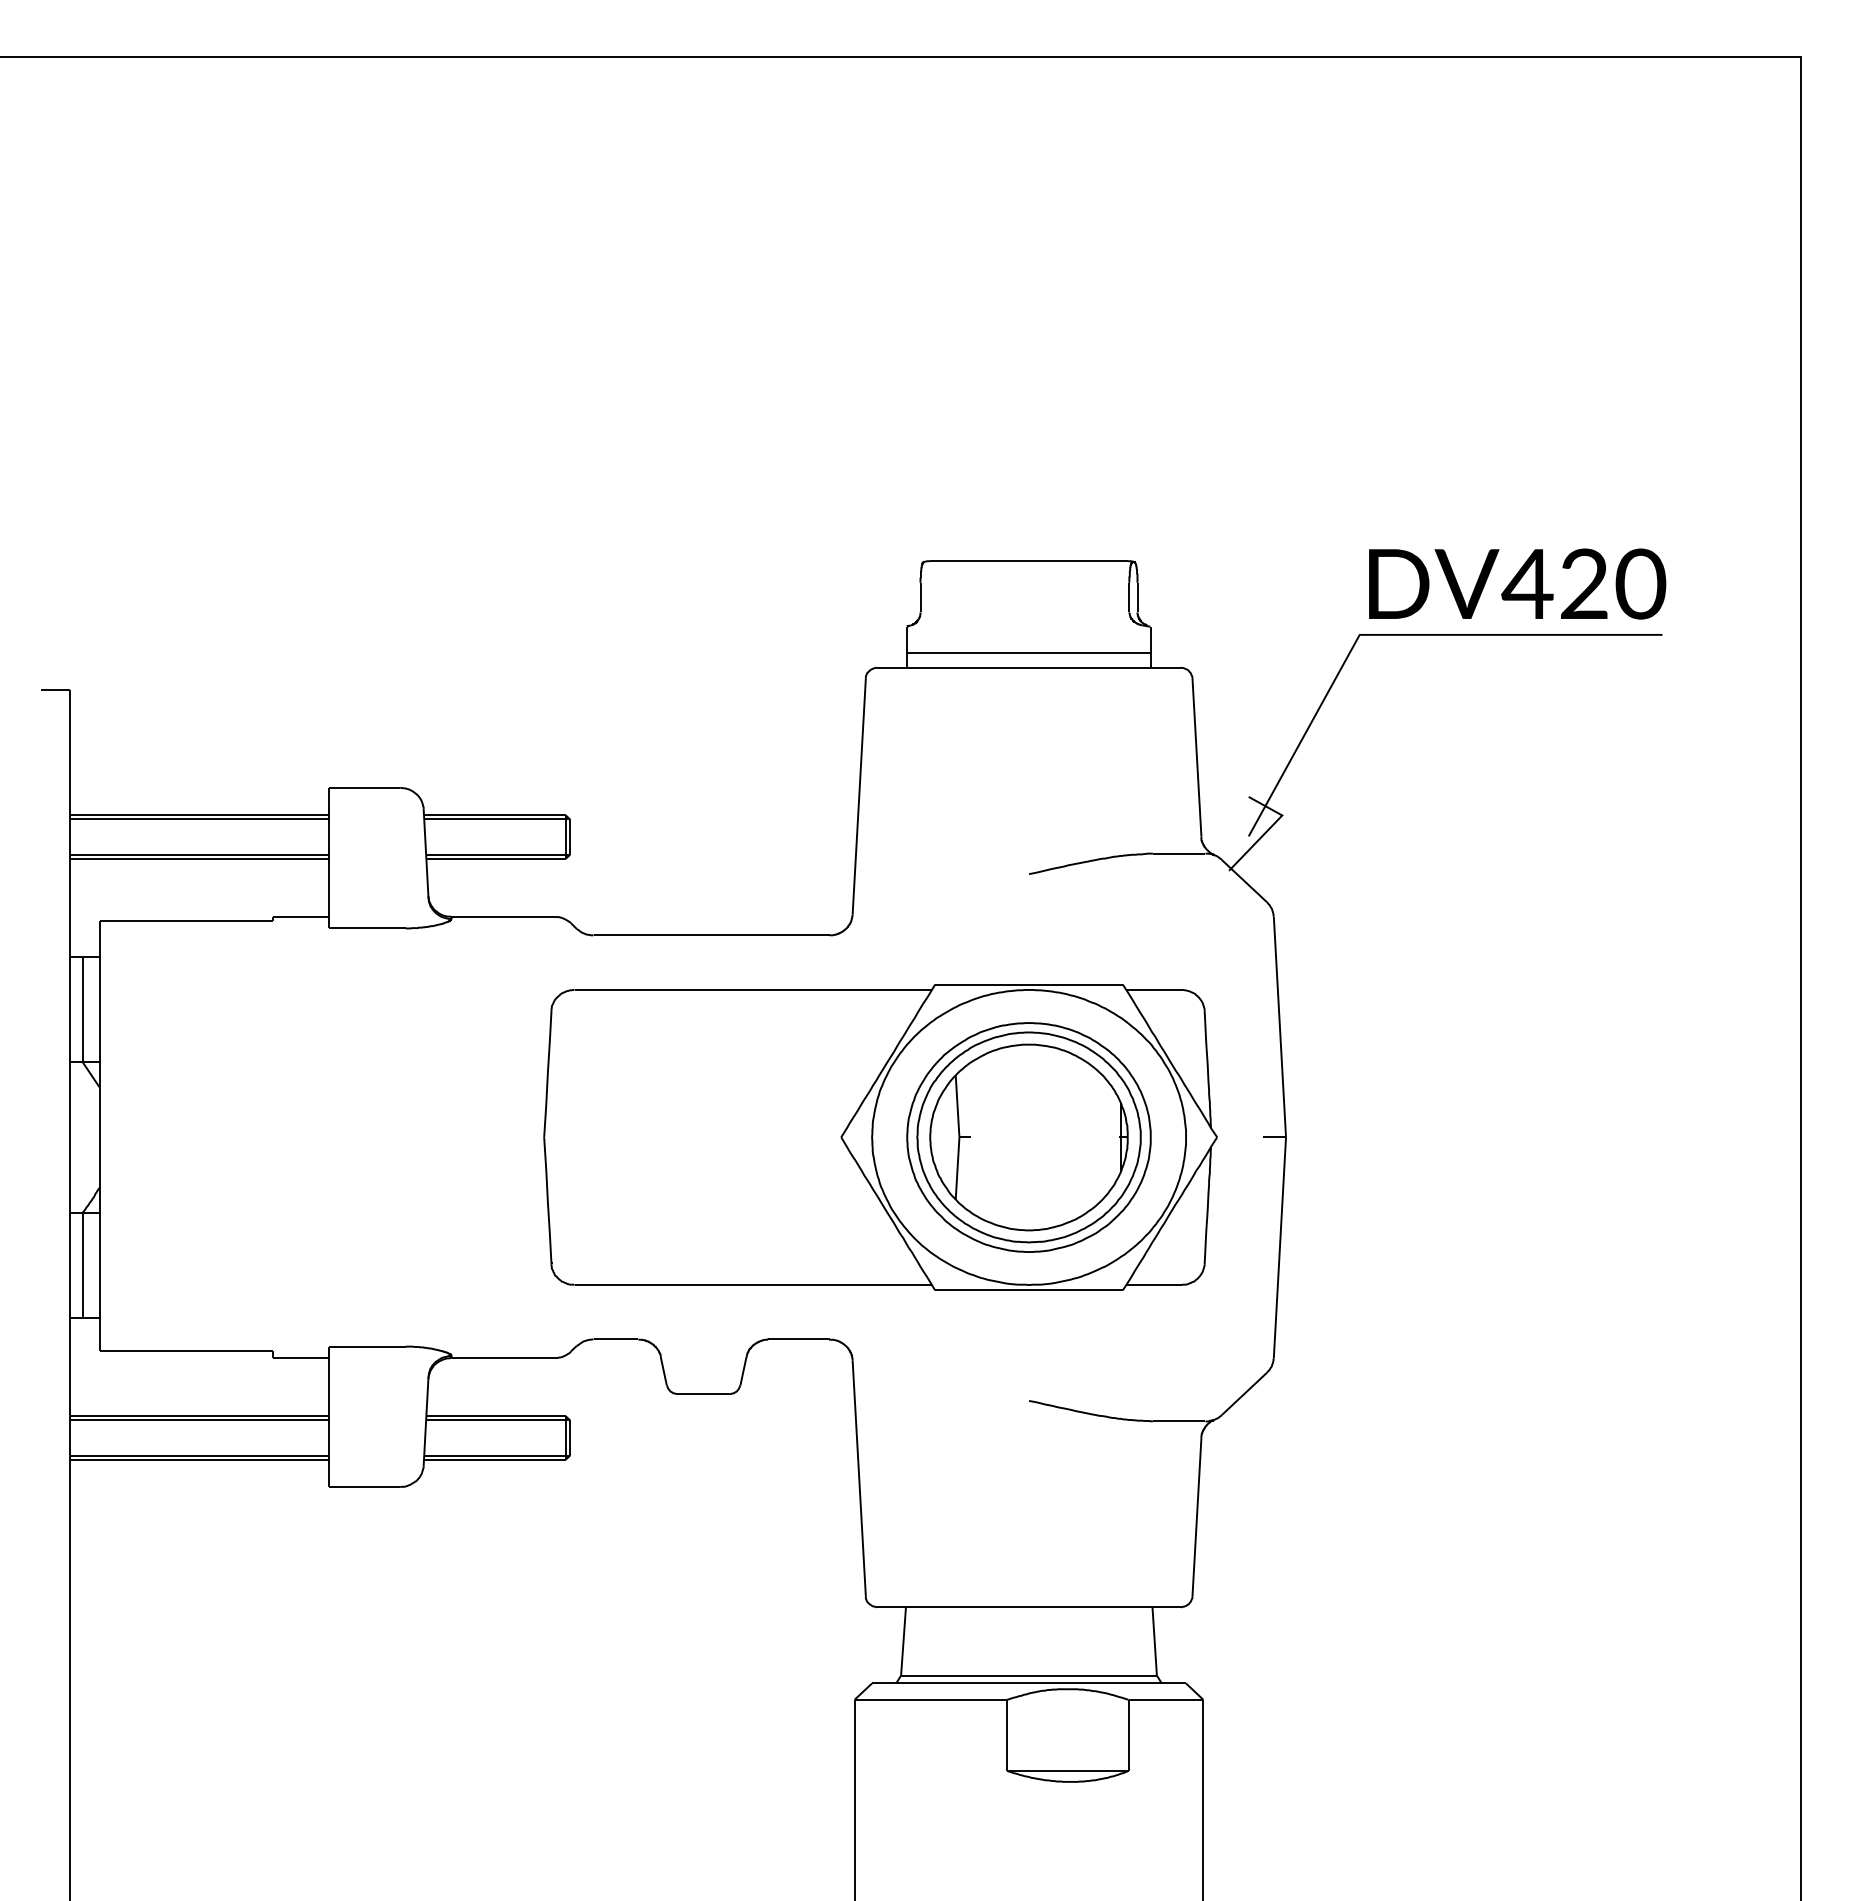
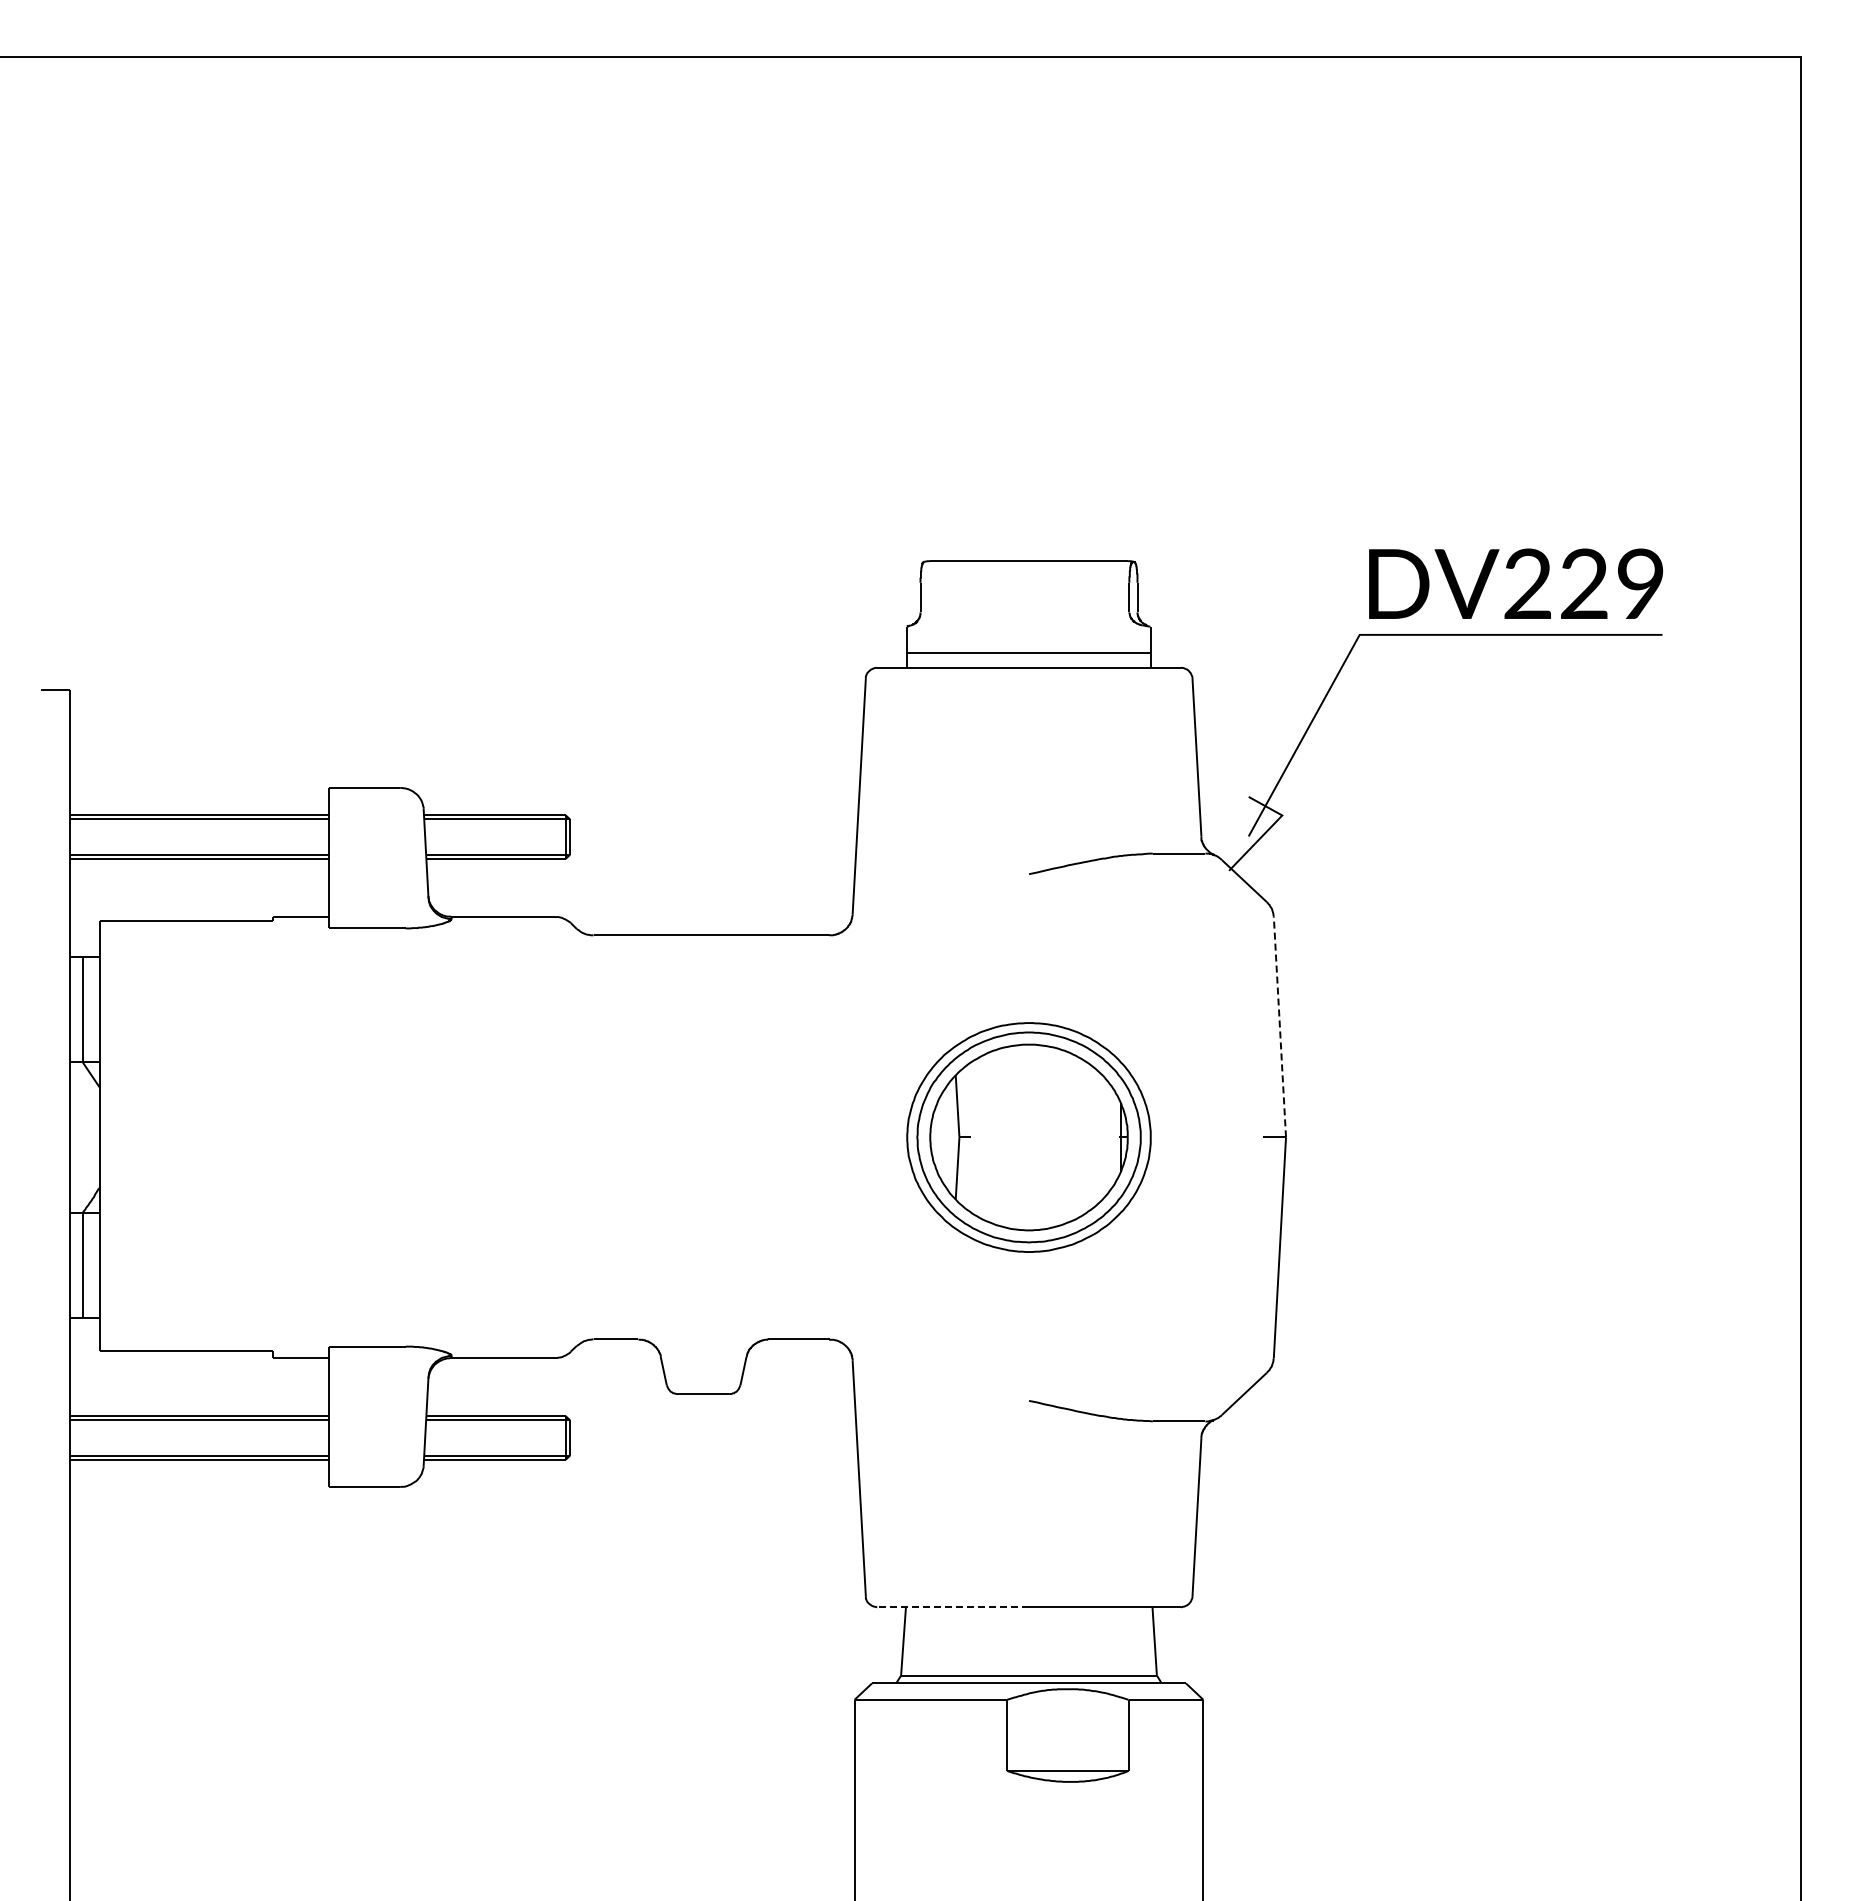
text at (1583, 583): DV420 -> DV229
line at (1279, 1026): solid -> dashed
part at (880, 1137): present -> none
line at (953, 1607): solid -> dashed
